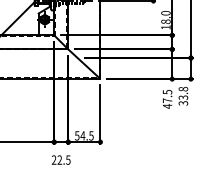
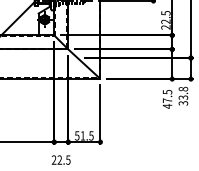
text at (165, 20): 18.0 -> 22.5
text at (82, 135): 54.5 -> 51.5
